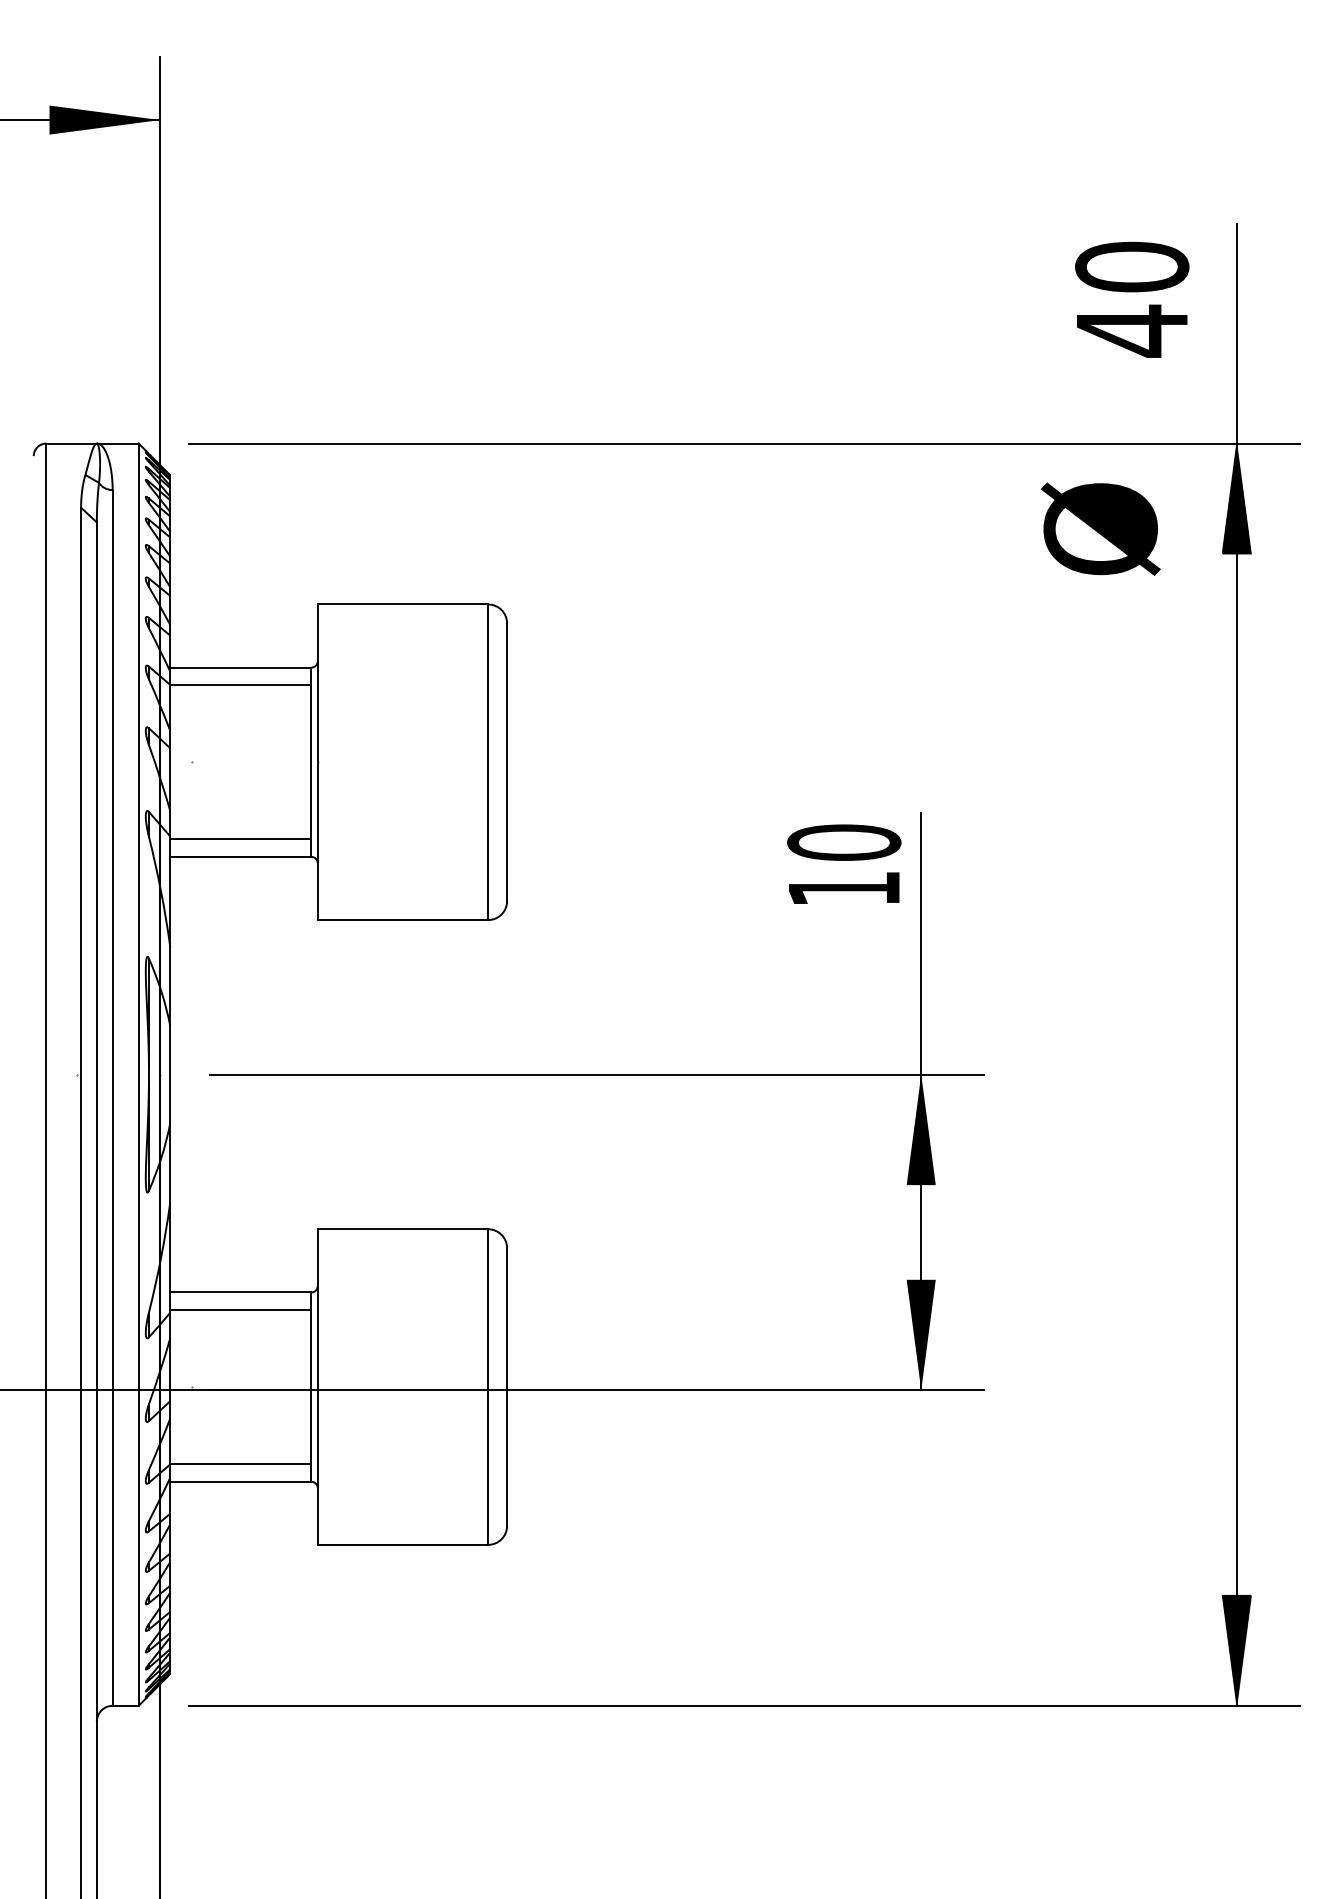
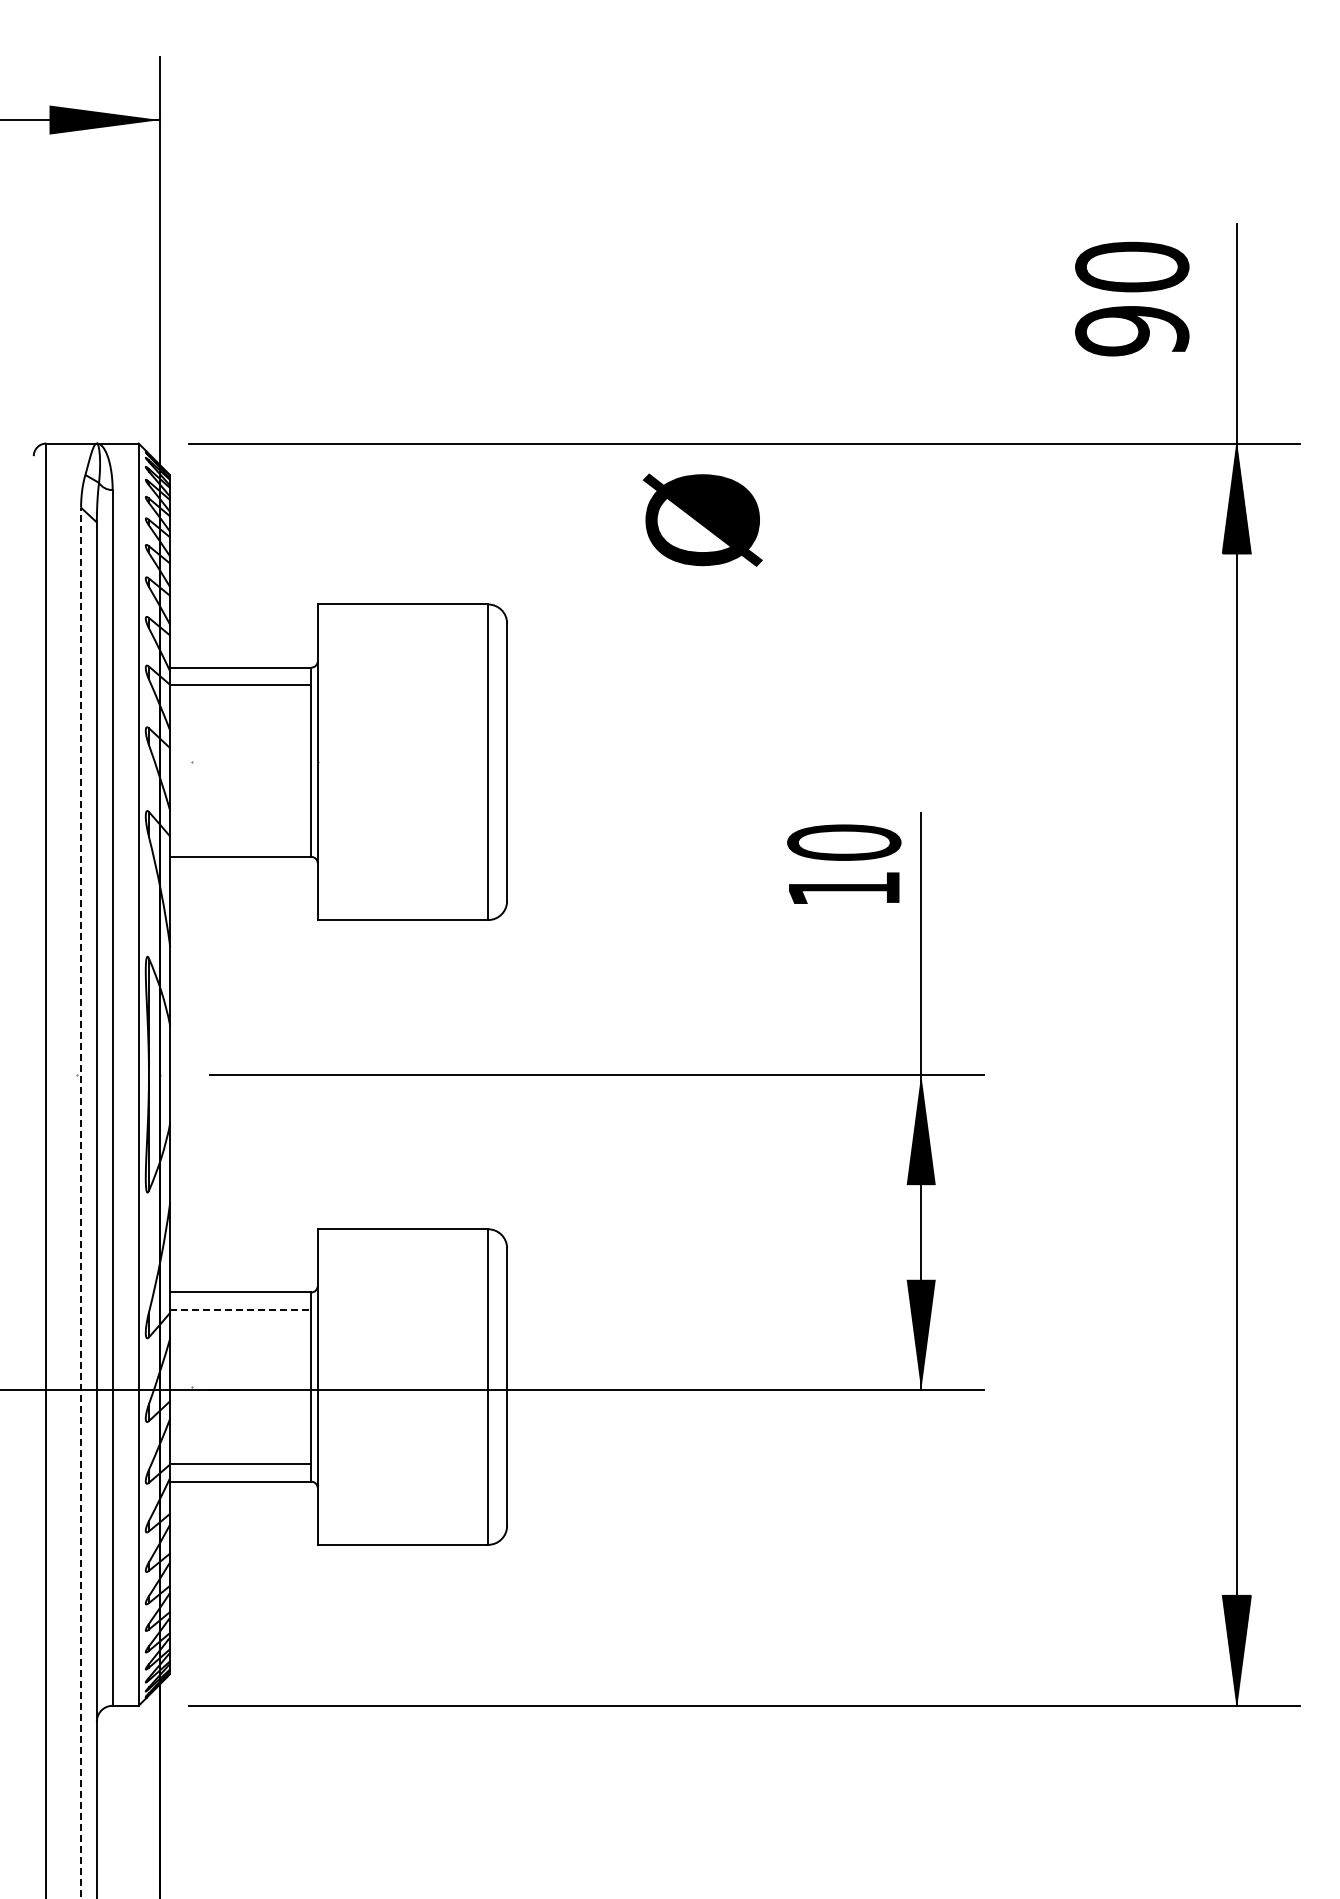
text at (1132, 330): 40 -> 90
text at (1100, 528) position: (1100, 528) -> (702, 519)
line at (240, 839): present -> none
line at (81, 1202): solid -> dashed
line at (240, 1309): solid -> dashed
